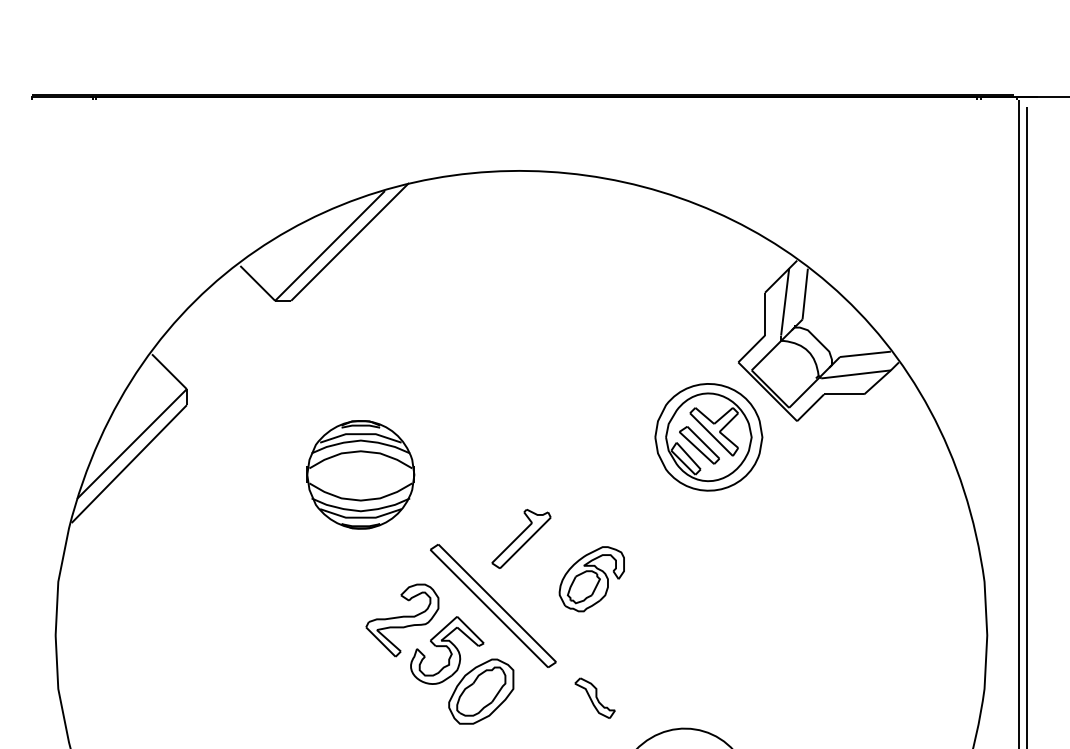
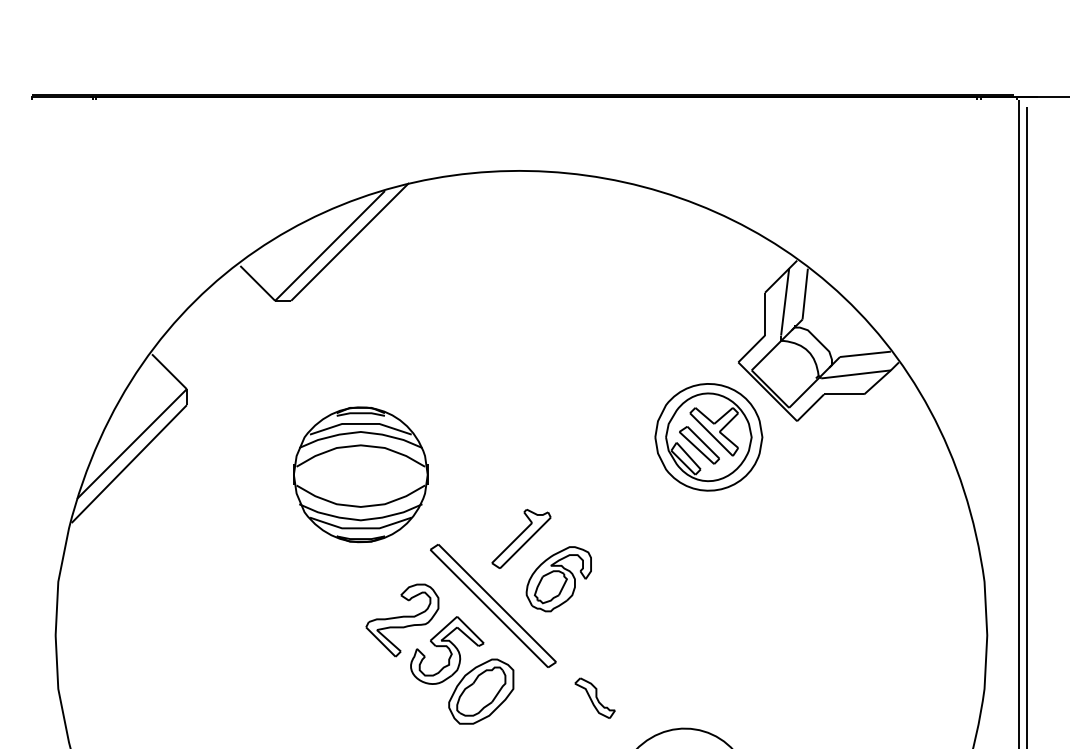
part at (360, 474) size: 110x110 px -> 136x138 px
part at (591, 579) position: (591, 579) -> (558, 579)
